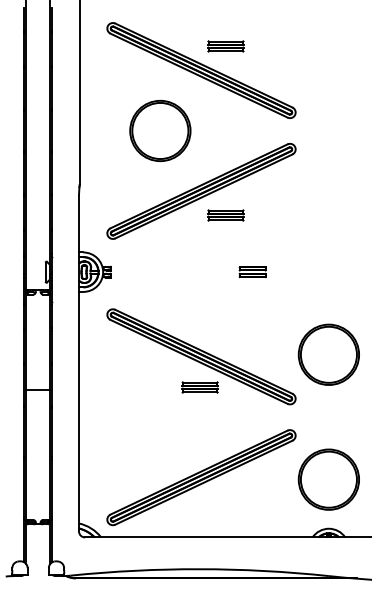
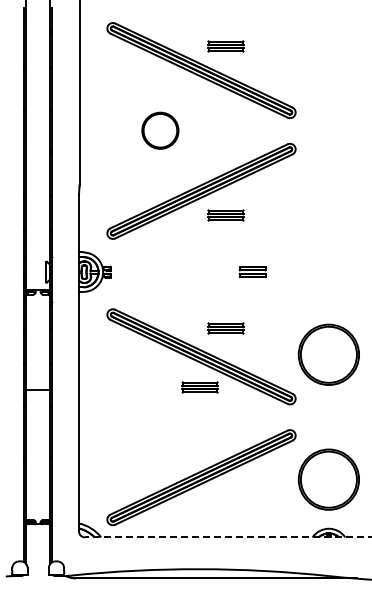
part at (160, 130) size: 63x63 px -> 39x39 px
part at (225, 328): none -> present
line at (227, 537): solid -> dashed
